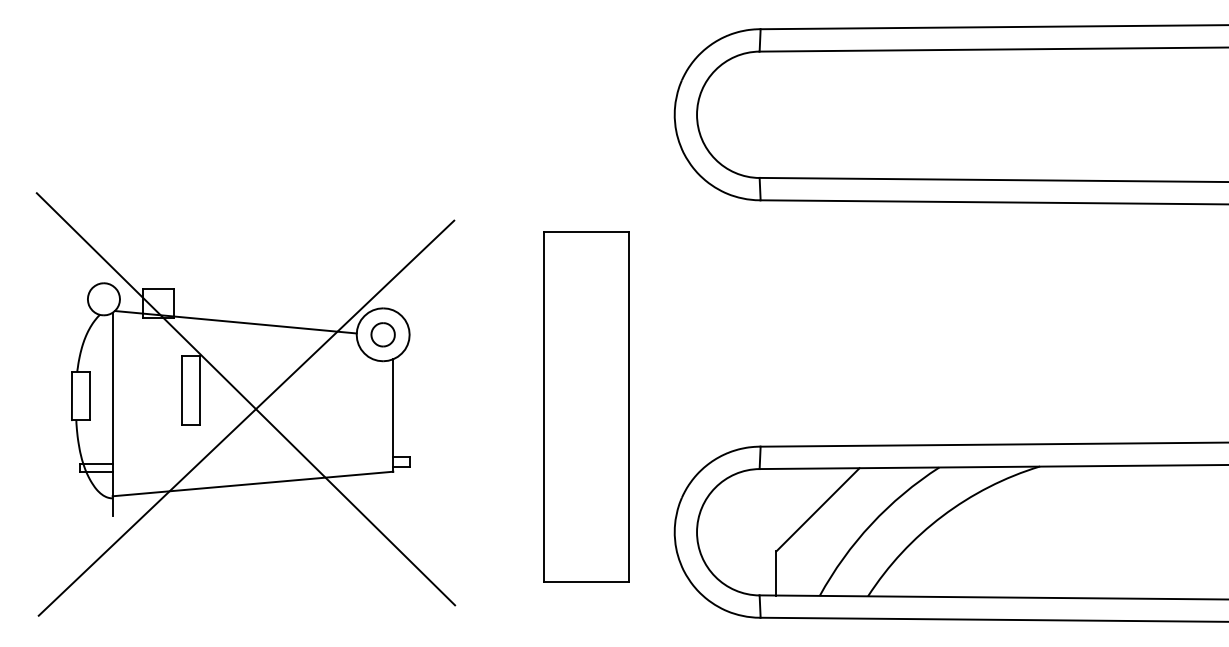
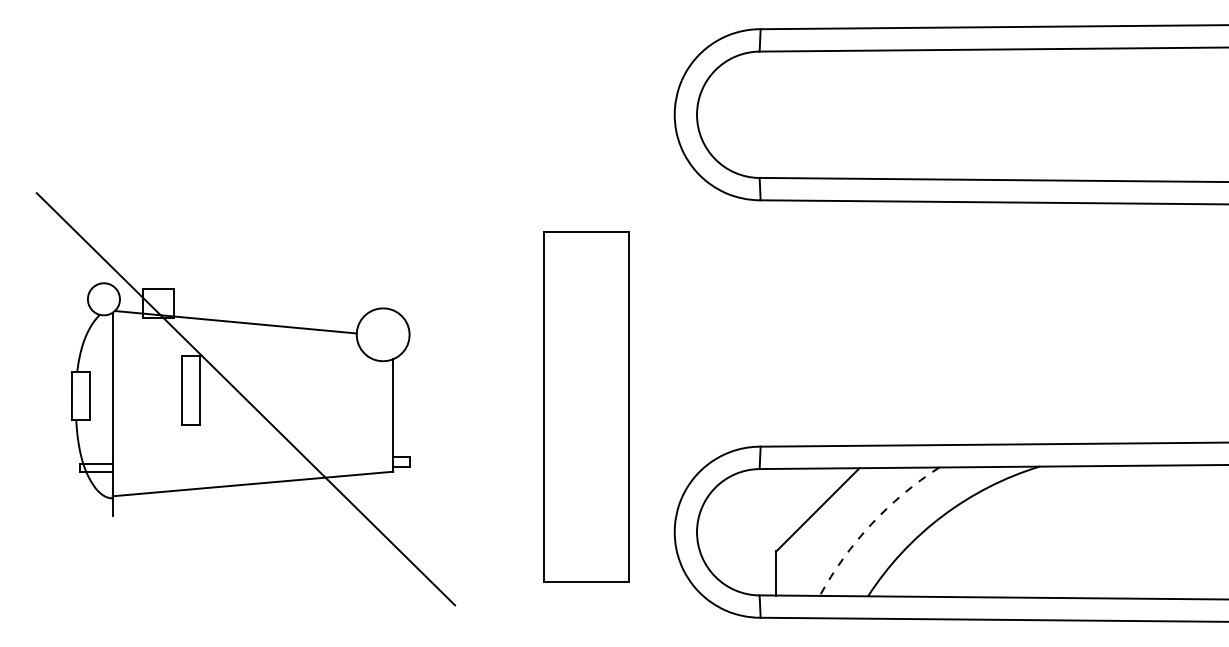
part at (382, 334): present -> none
line at (246, 417): present -> none
arc at (871, 524): solid -> dashed
